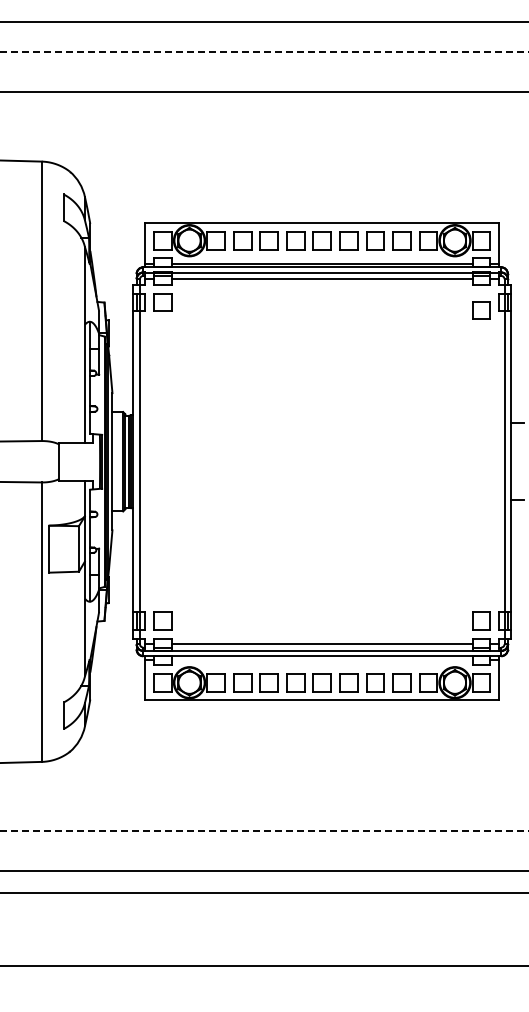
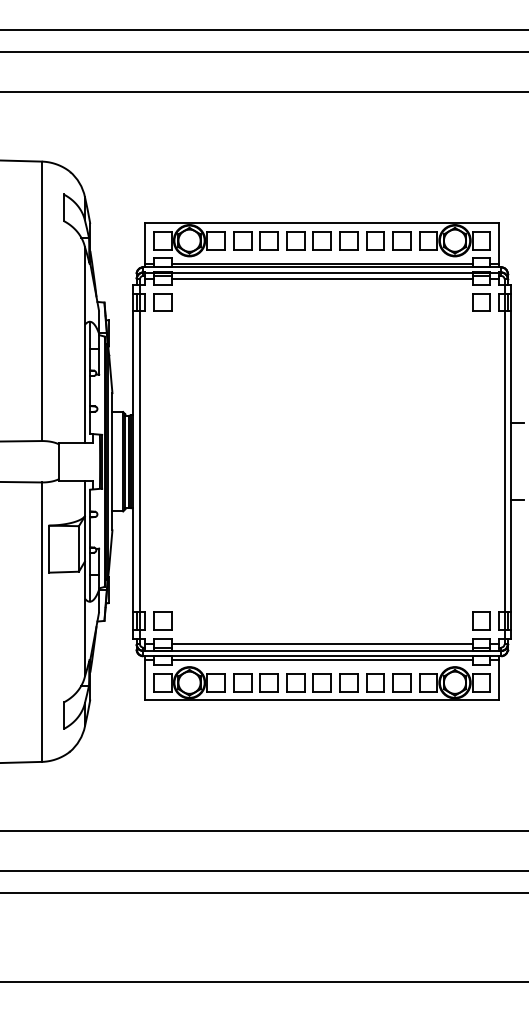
line at (263, 22) position: (263, 22) -> (263, 30)
line at (264, 52): dashed -> solid
part at (481, 310) position: (481, 310) -> (481, 302)
line at (321, 659): none -> present
line at (264, 831): dashed -> solid
line at (263, 965) position: (263, 965) -> (263, 981)
